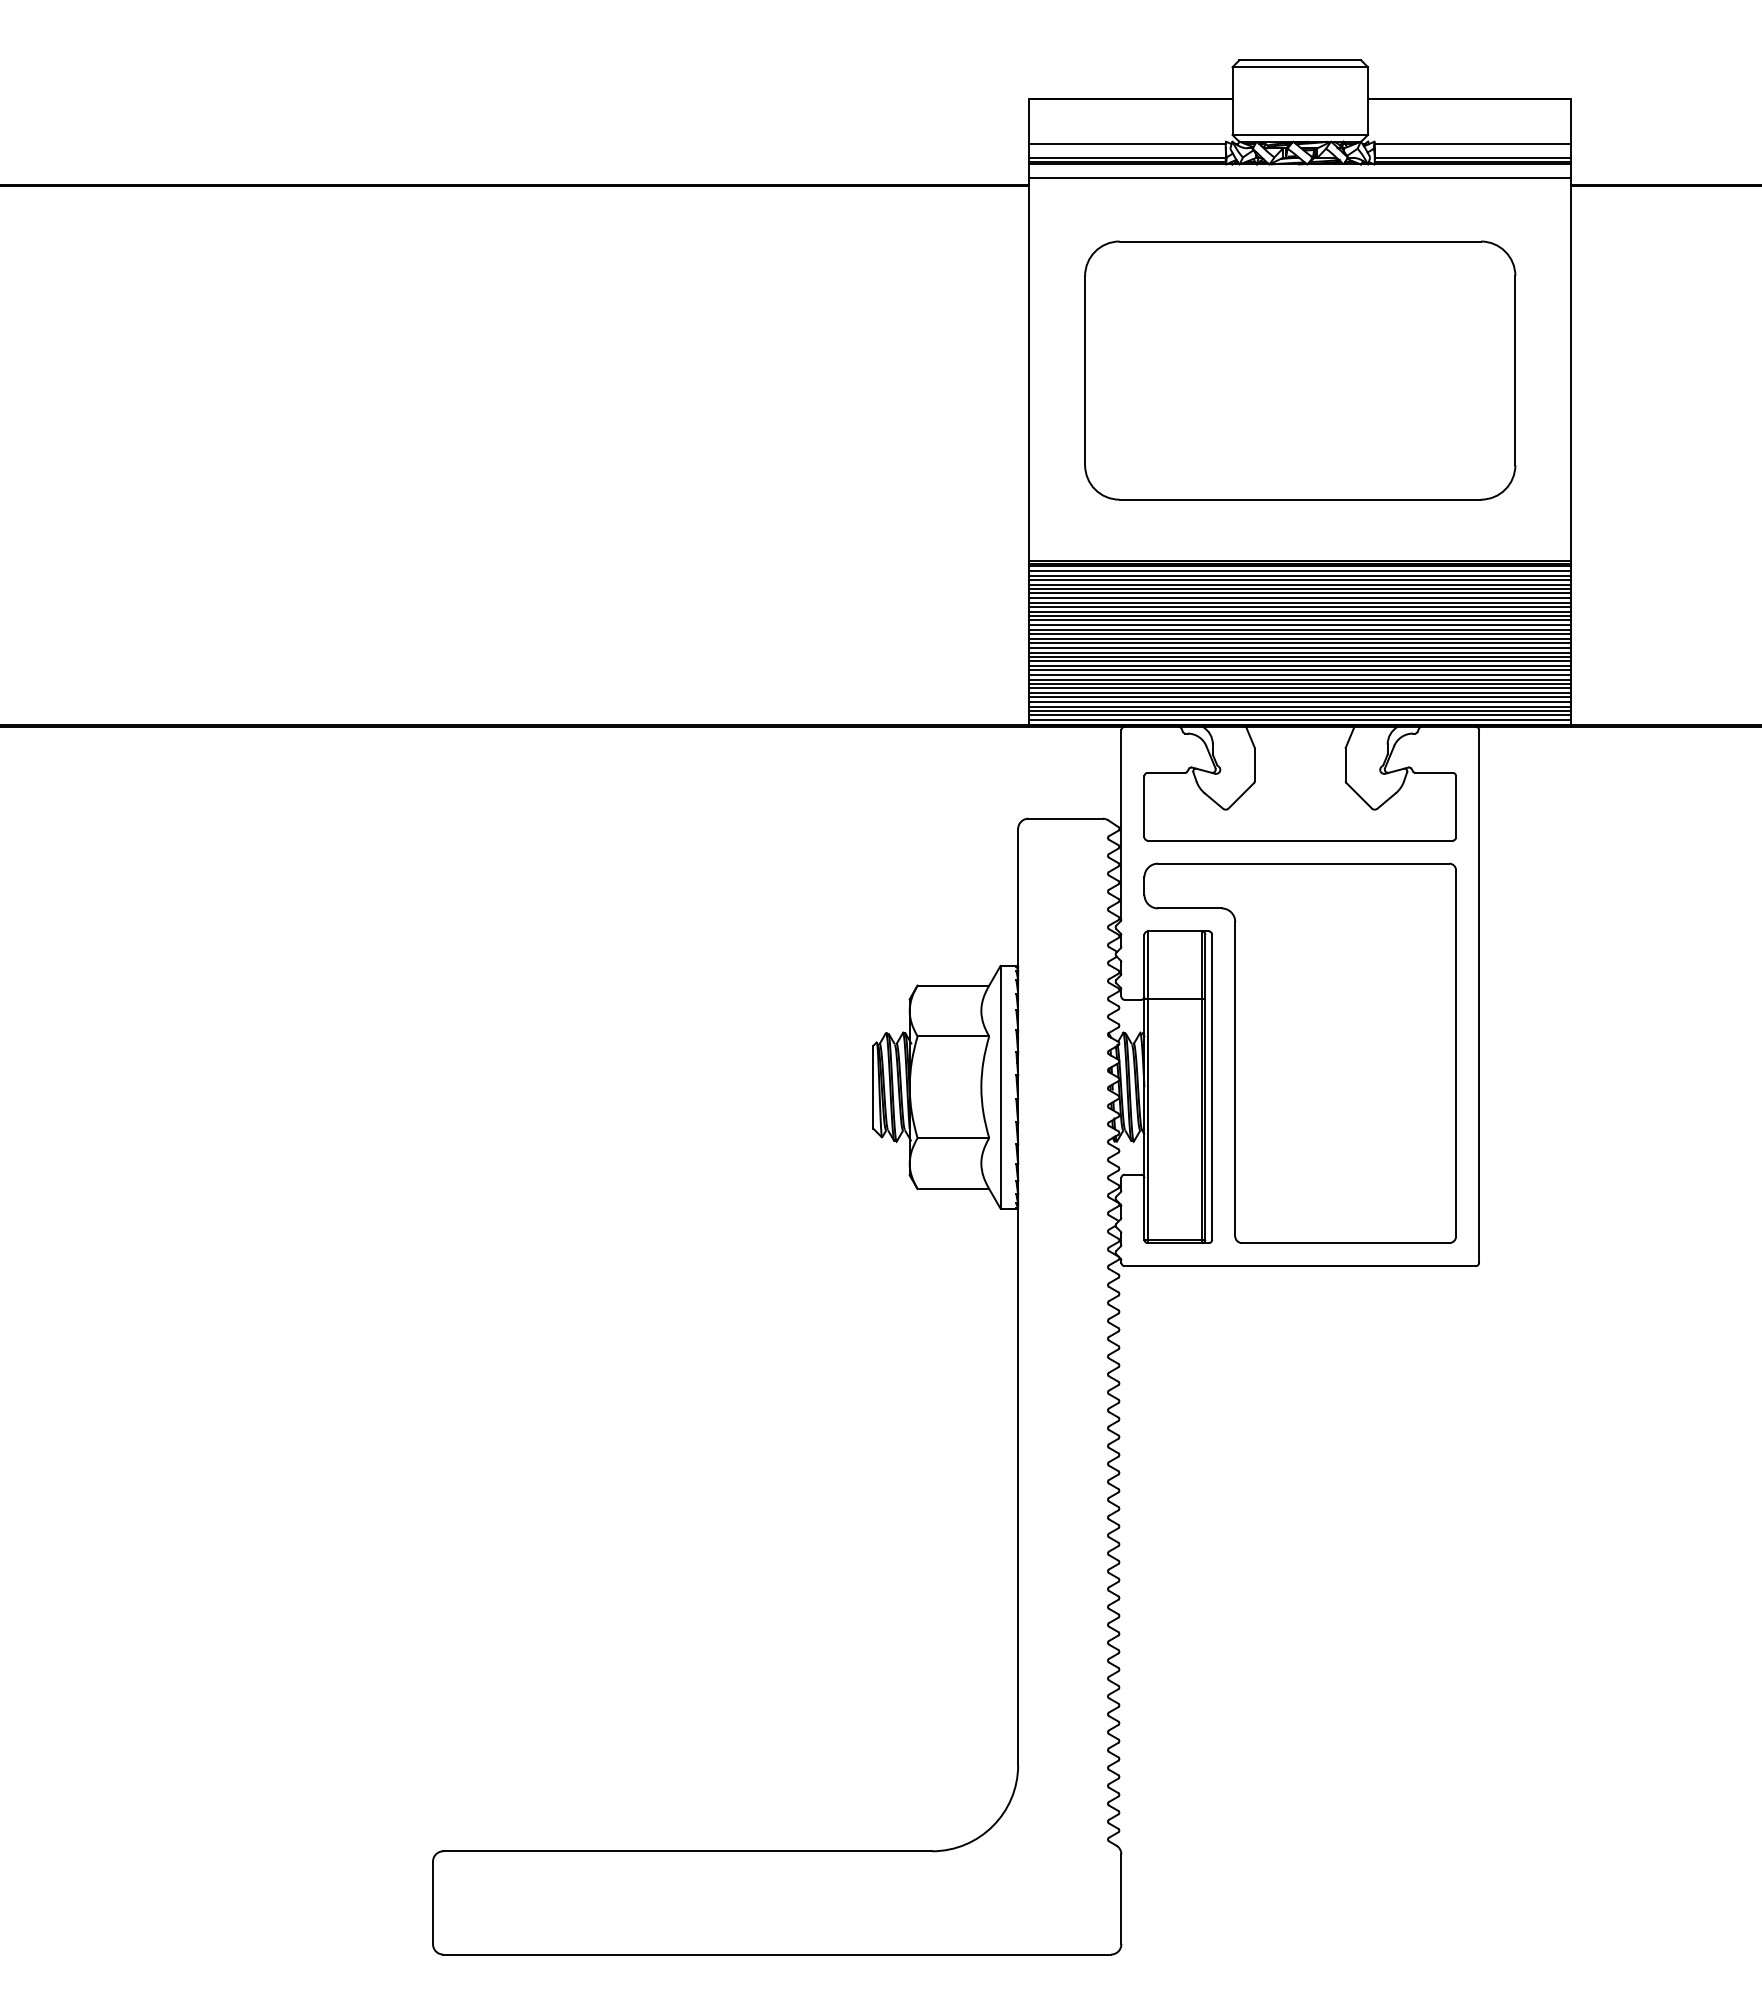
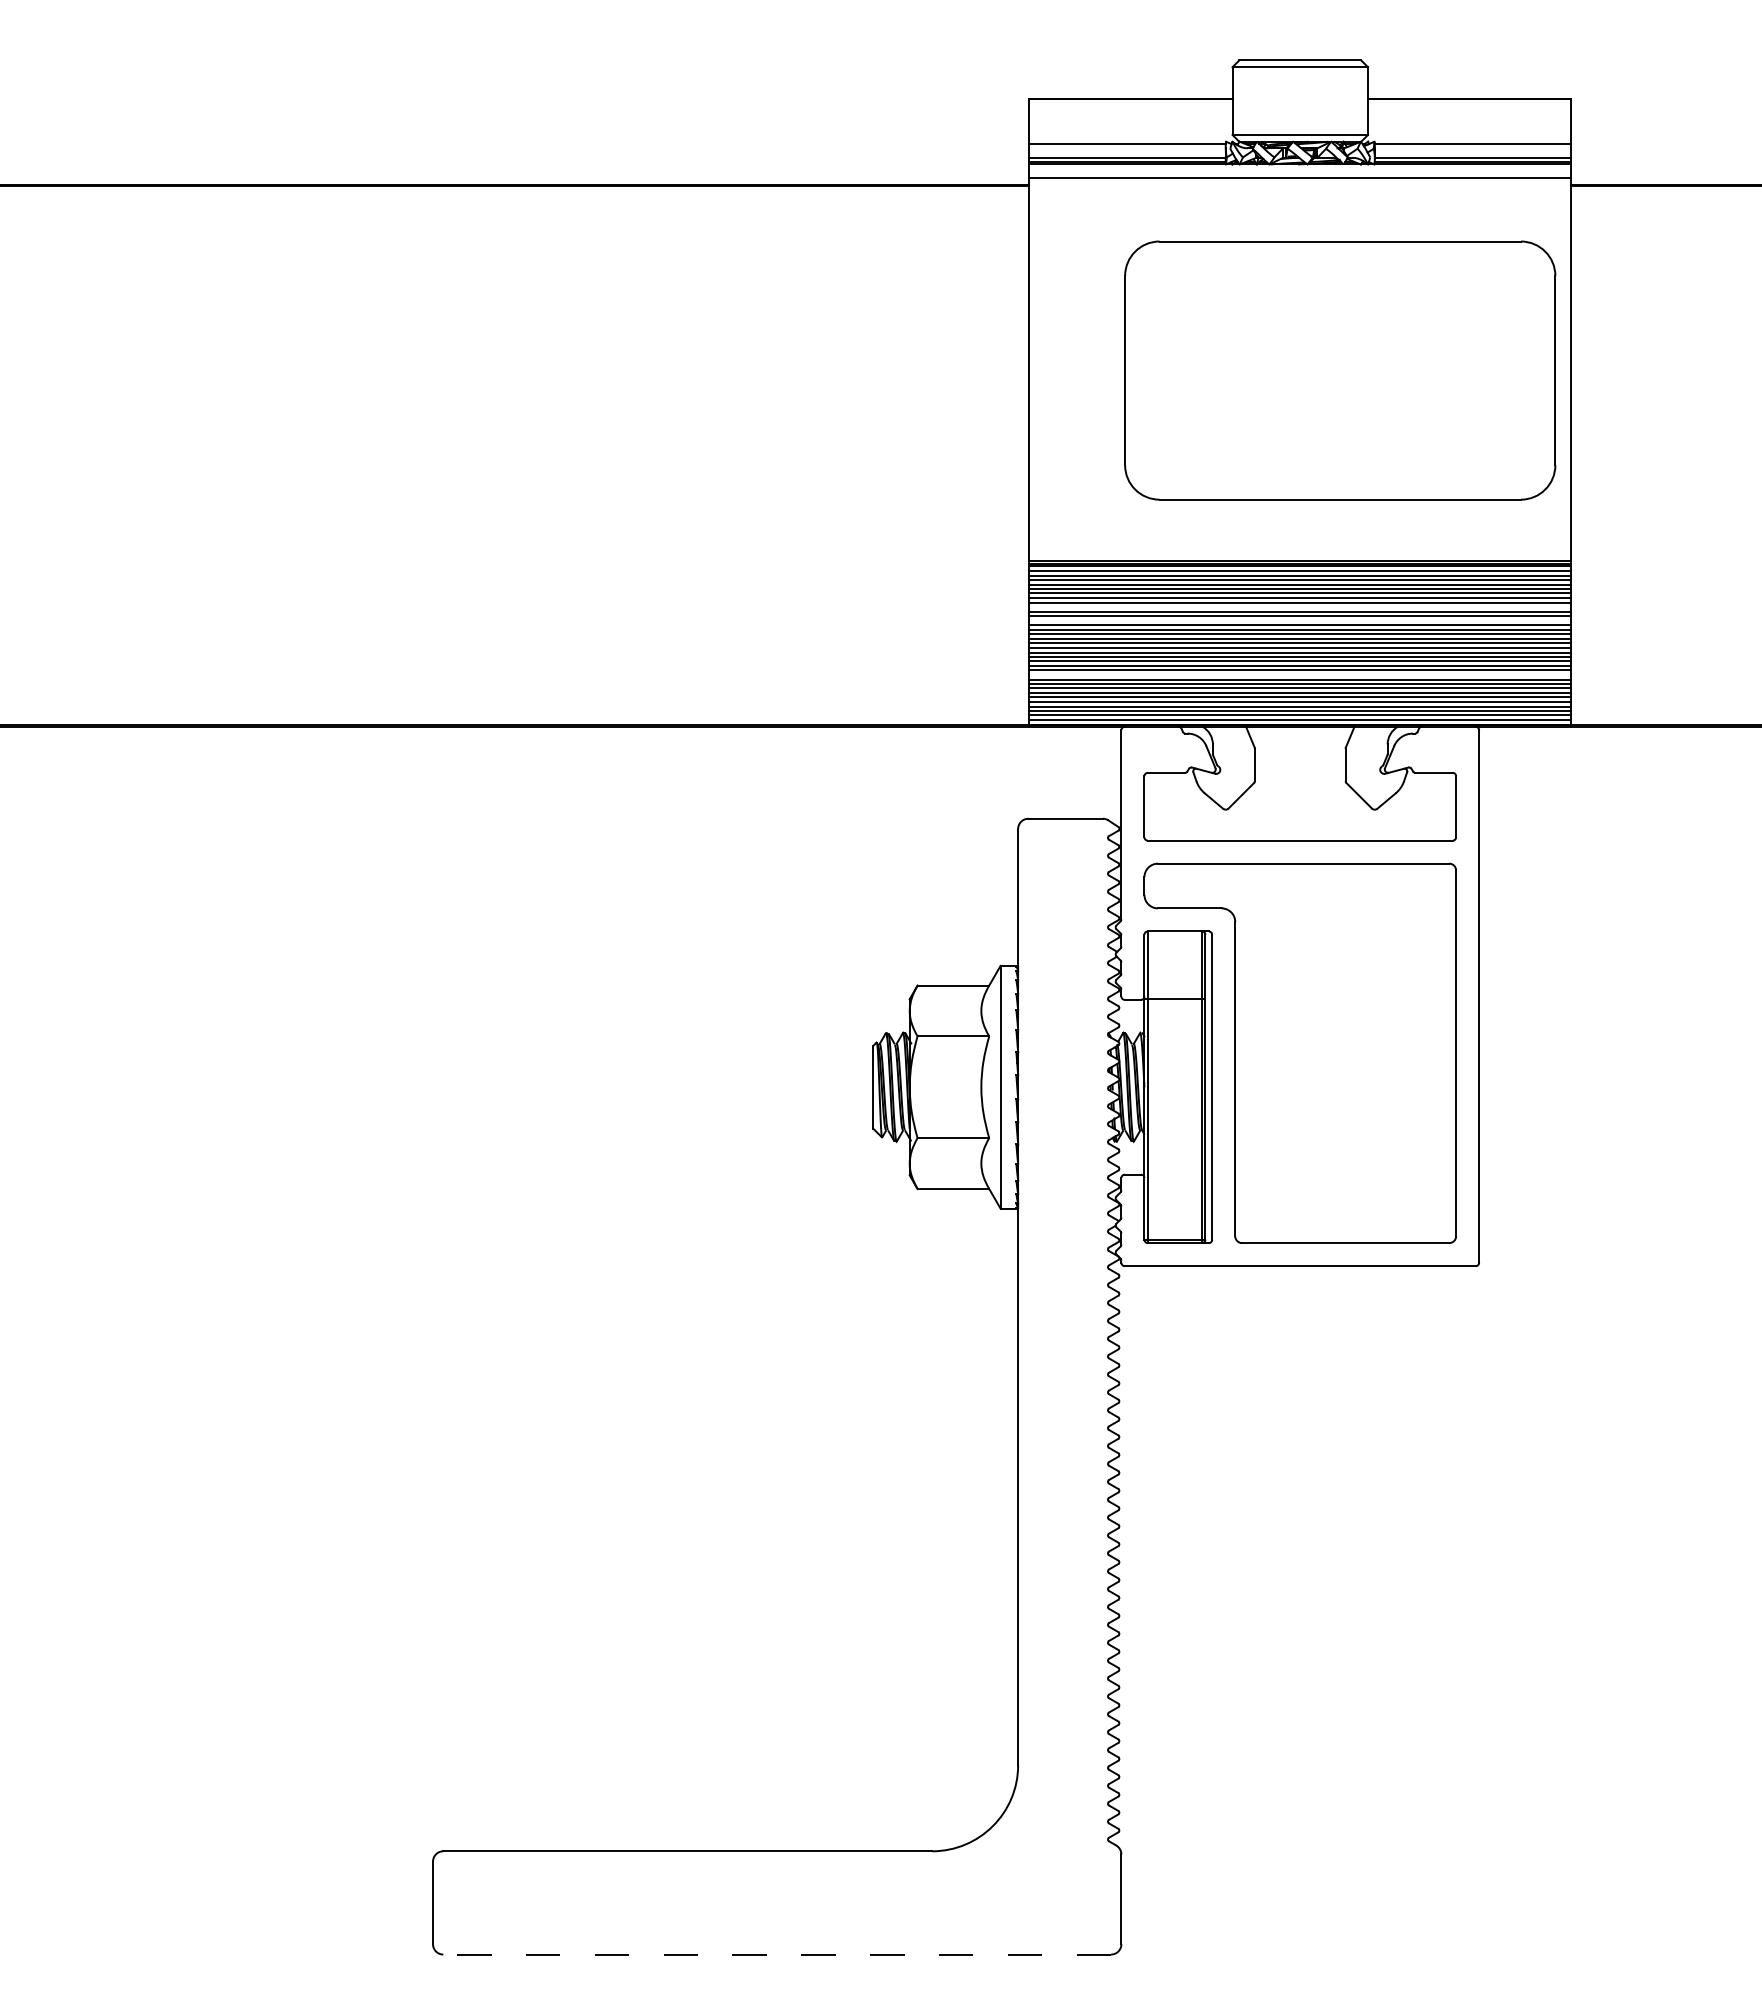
part at (1300, 370) position: (1300, 370) -> (1340, 370)
line at (1300, 606): present -> none
line at (1300, 620): present -> none
line at (1300, 674): present -> none
line at (777, 1954): solid -> dashed
